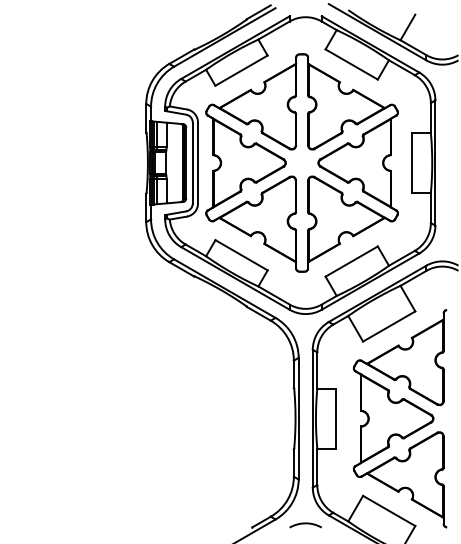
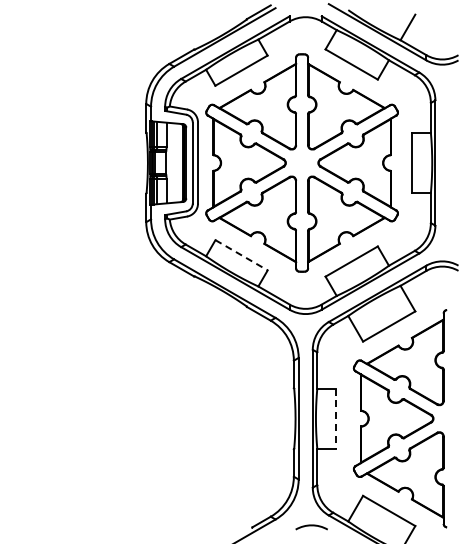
line at (242, 255): solid -> dashed
line at (335, 419): solid -> dashed
arc at (305, 524) position: (305, 524) -> (311, 526)
